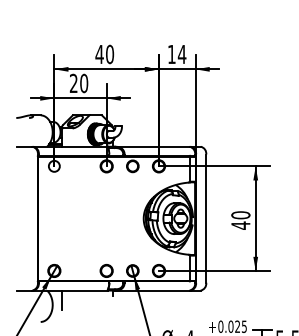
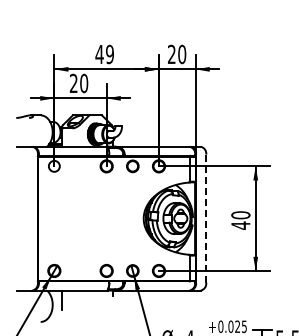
text at (109, 54): 40 -> 49
text at (177, 54): 14 -> 20
line at (206, 218): solid -> dashed
